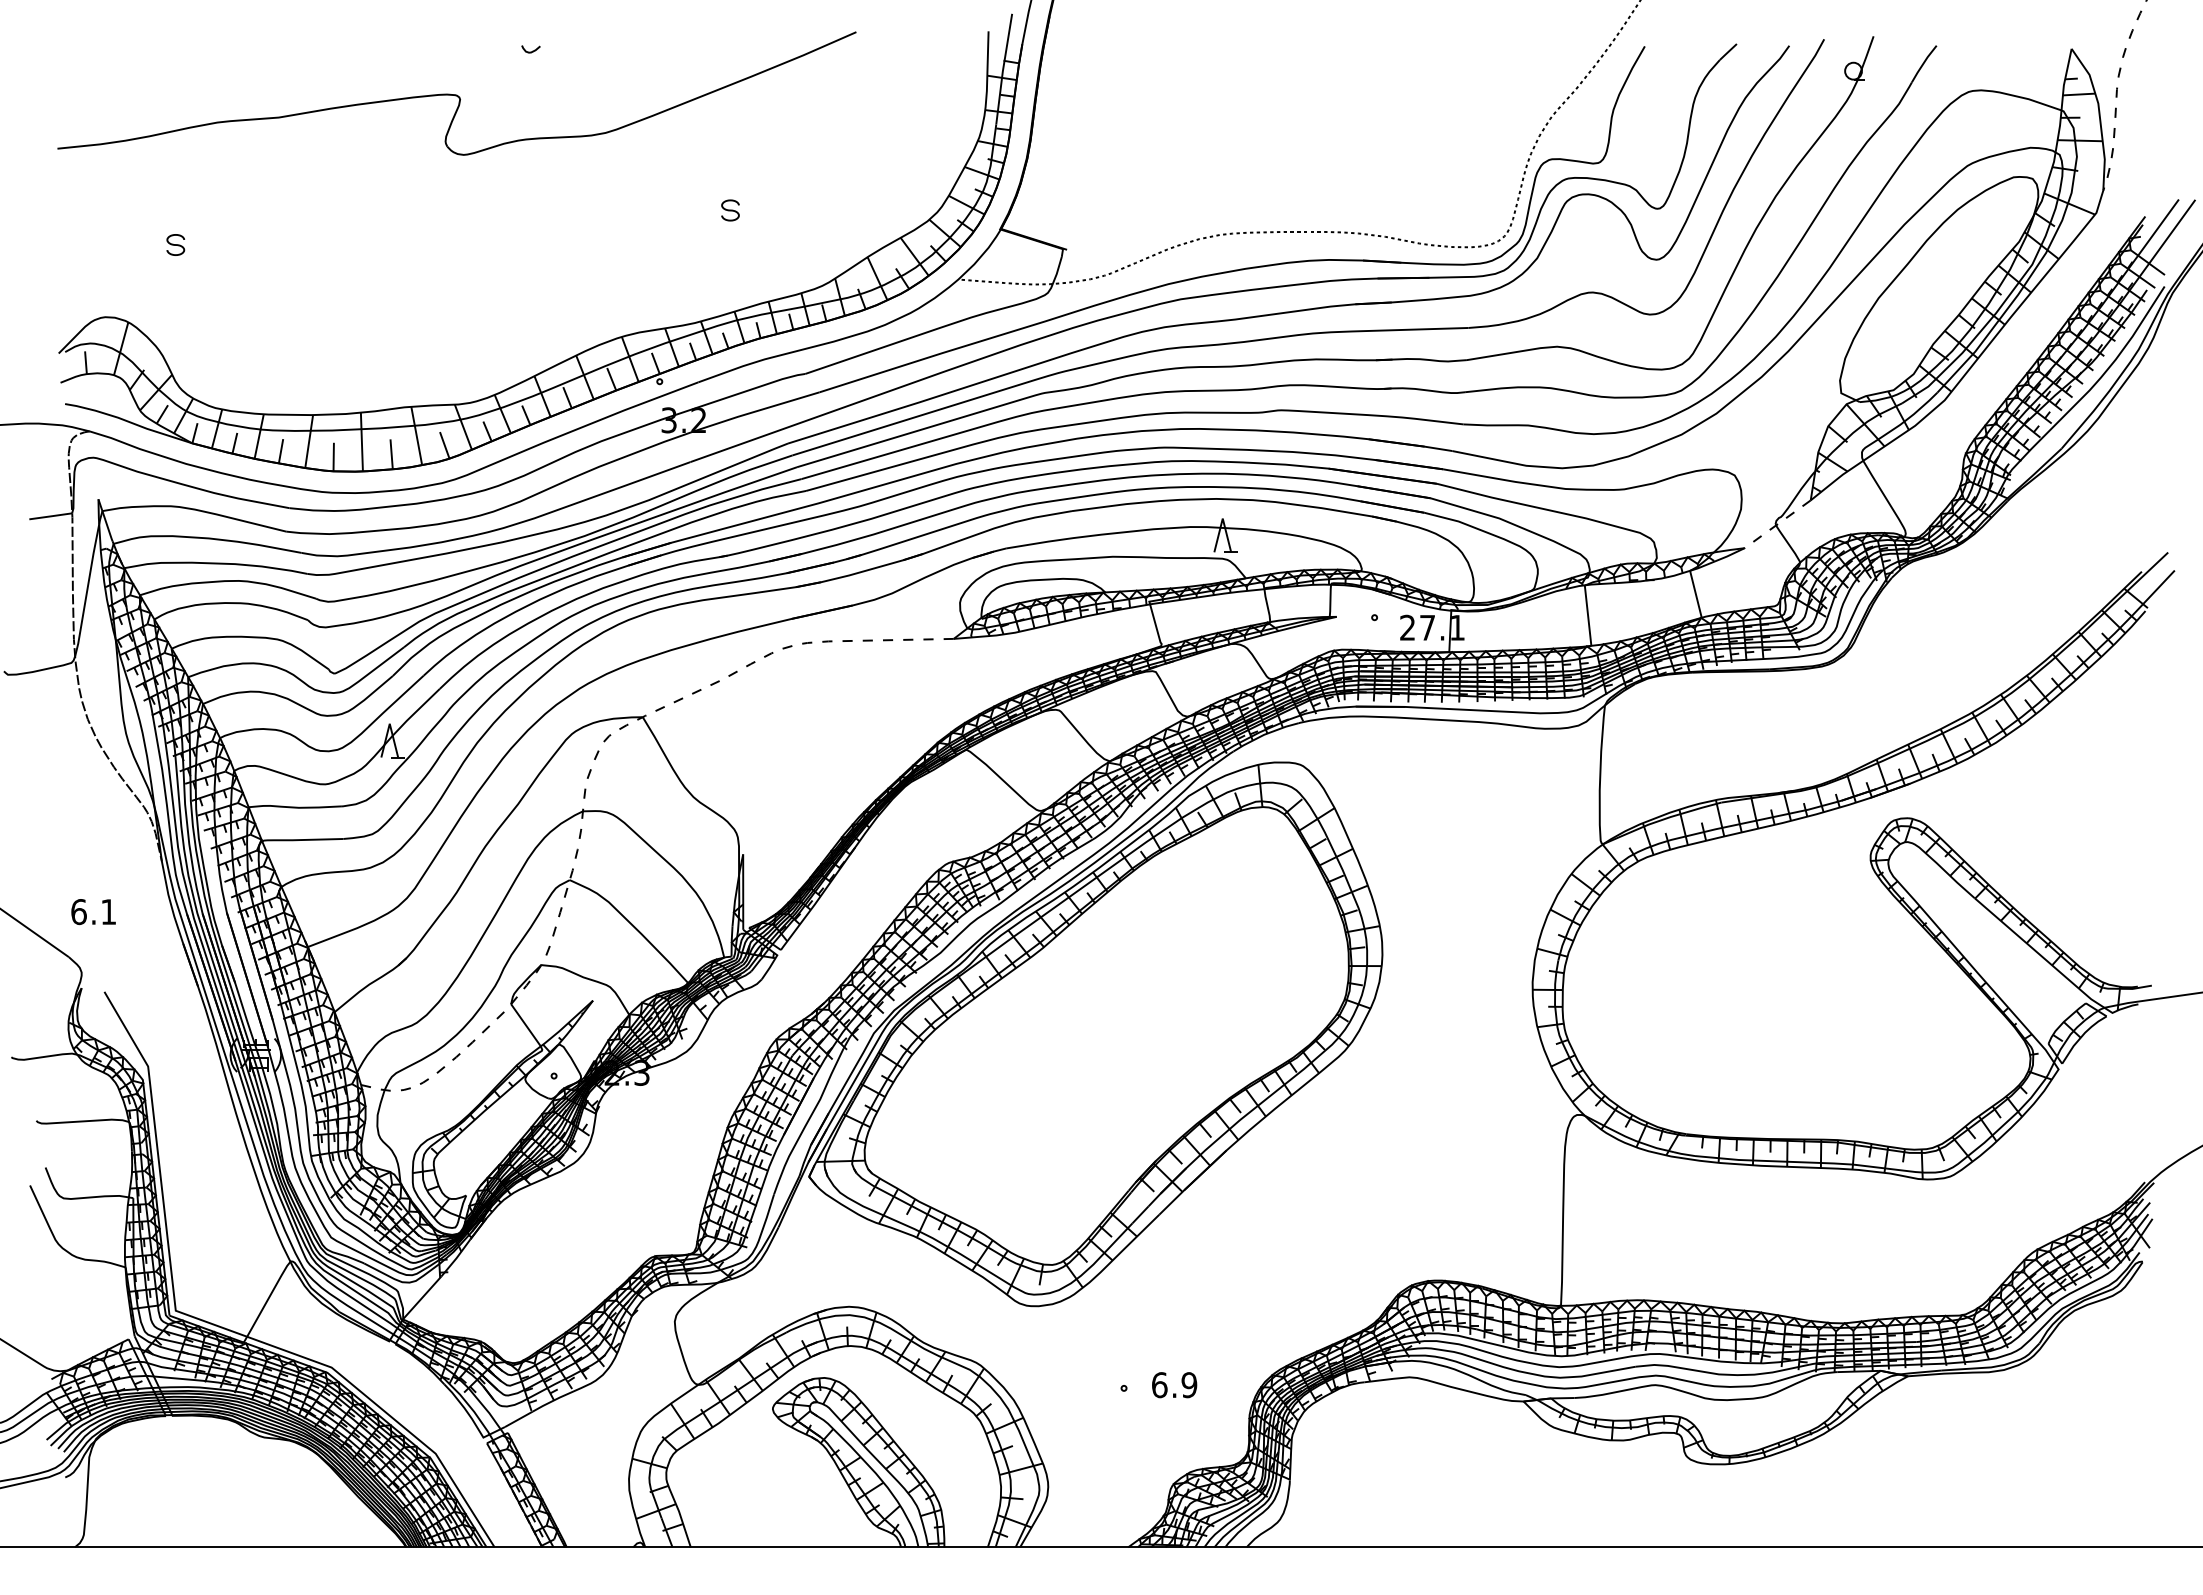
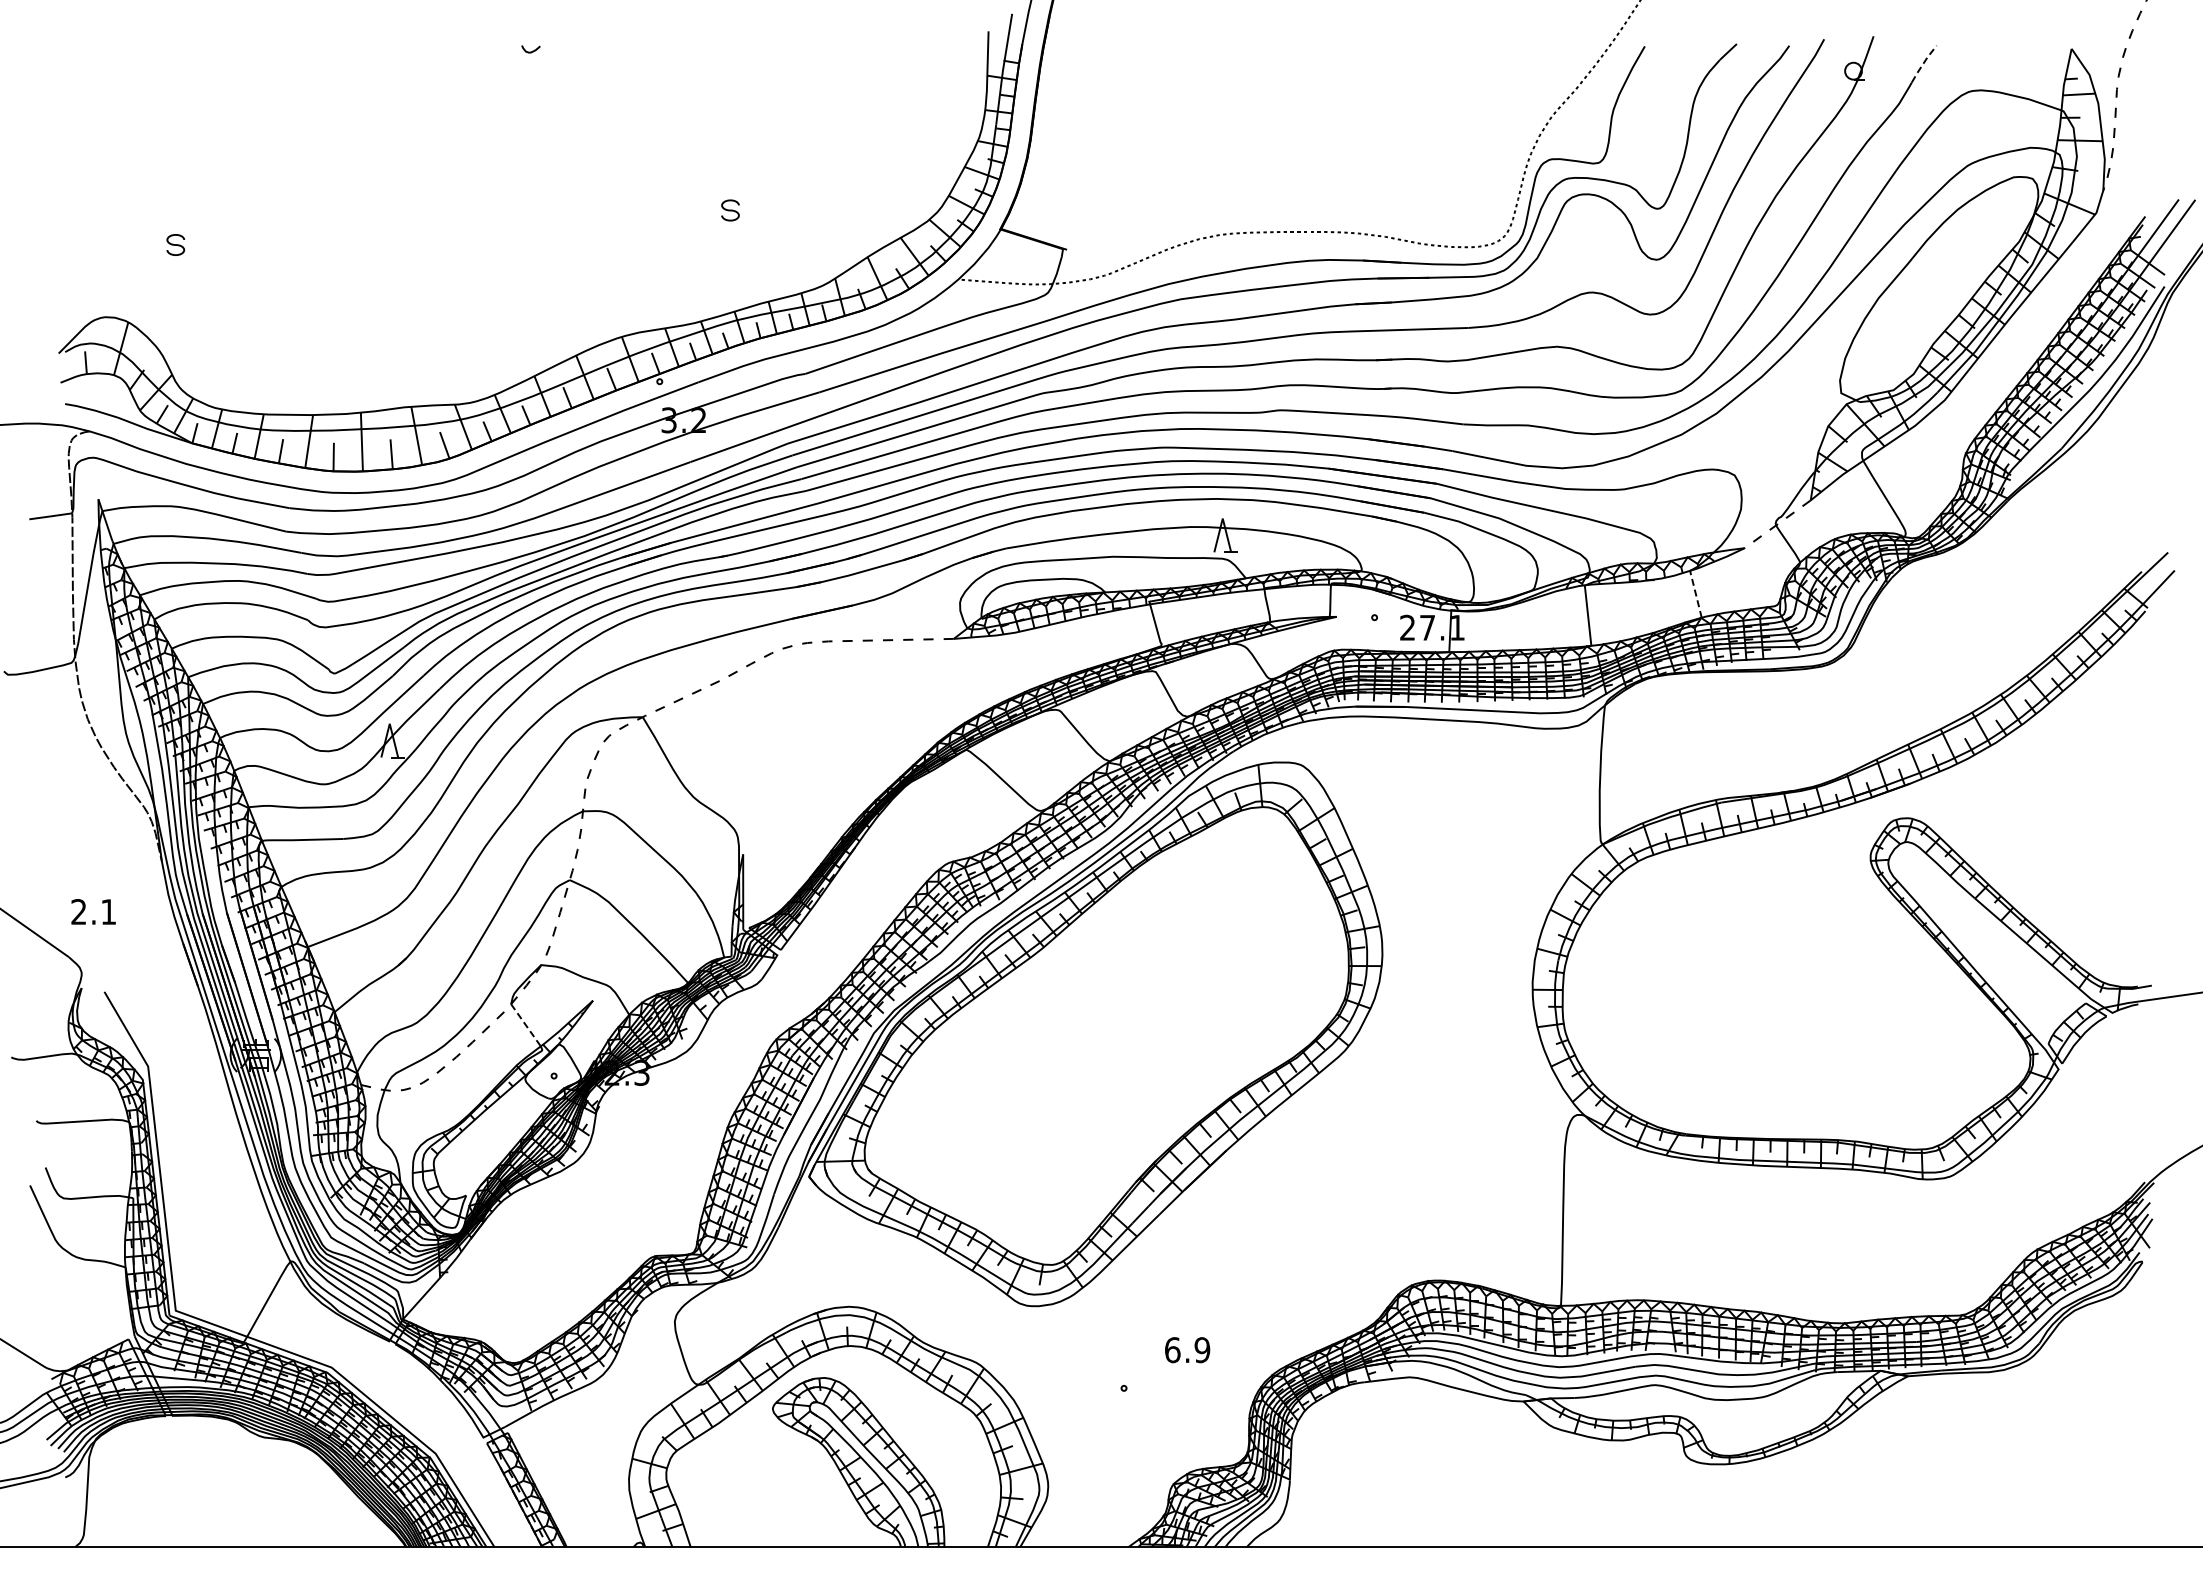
line at (1923, 63): solid -> dashed
part at (456, 93): present -> none
line at (1695, 593): solid -> dashed
text at (78, 912): 6.1 -> 2.1
line at (525, 1025): solid -> dashed
text at (1174, 1385) position: (1174, 1385) -> (1187, 1350)
